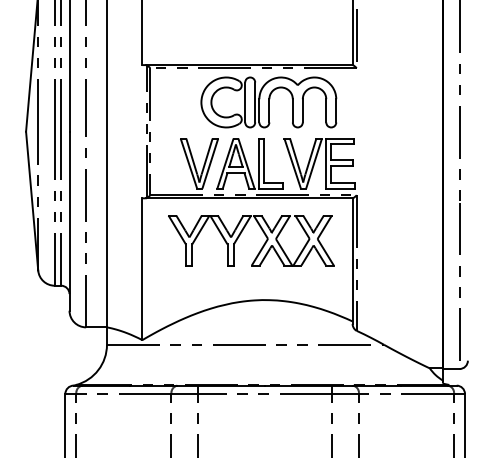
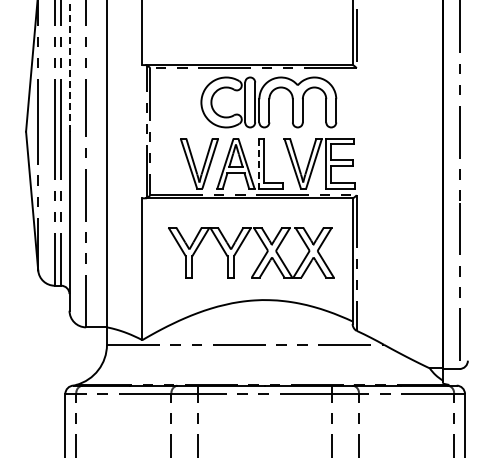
line at (69, 66): solid -> dashed
line at (258, 163): solid -> dashed
part at (242, 232) position: (242, 232) -> (242, 244)
